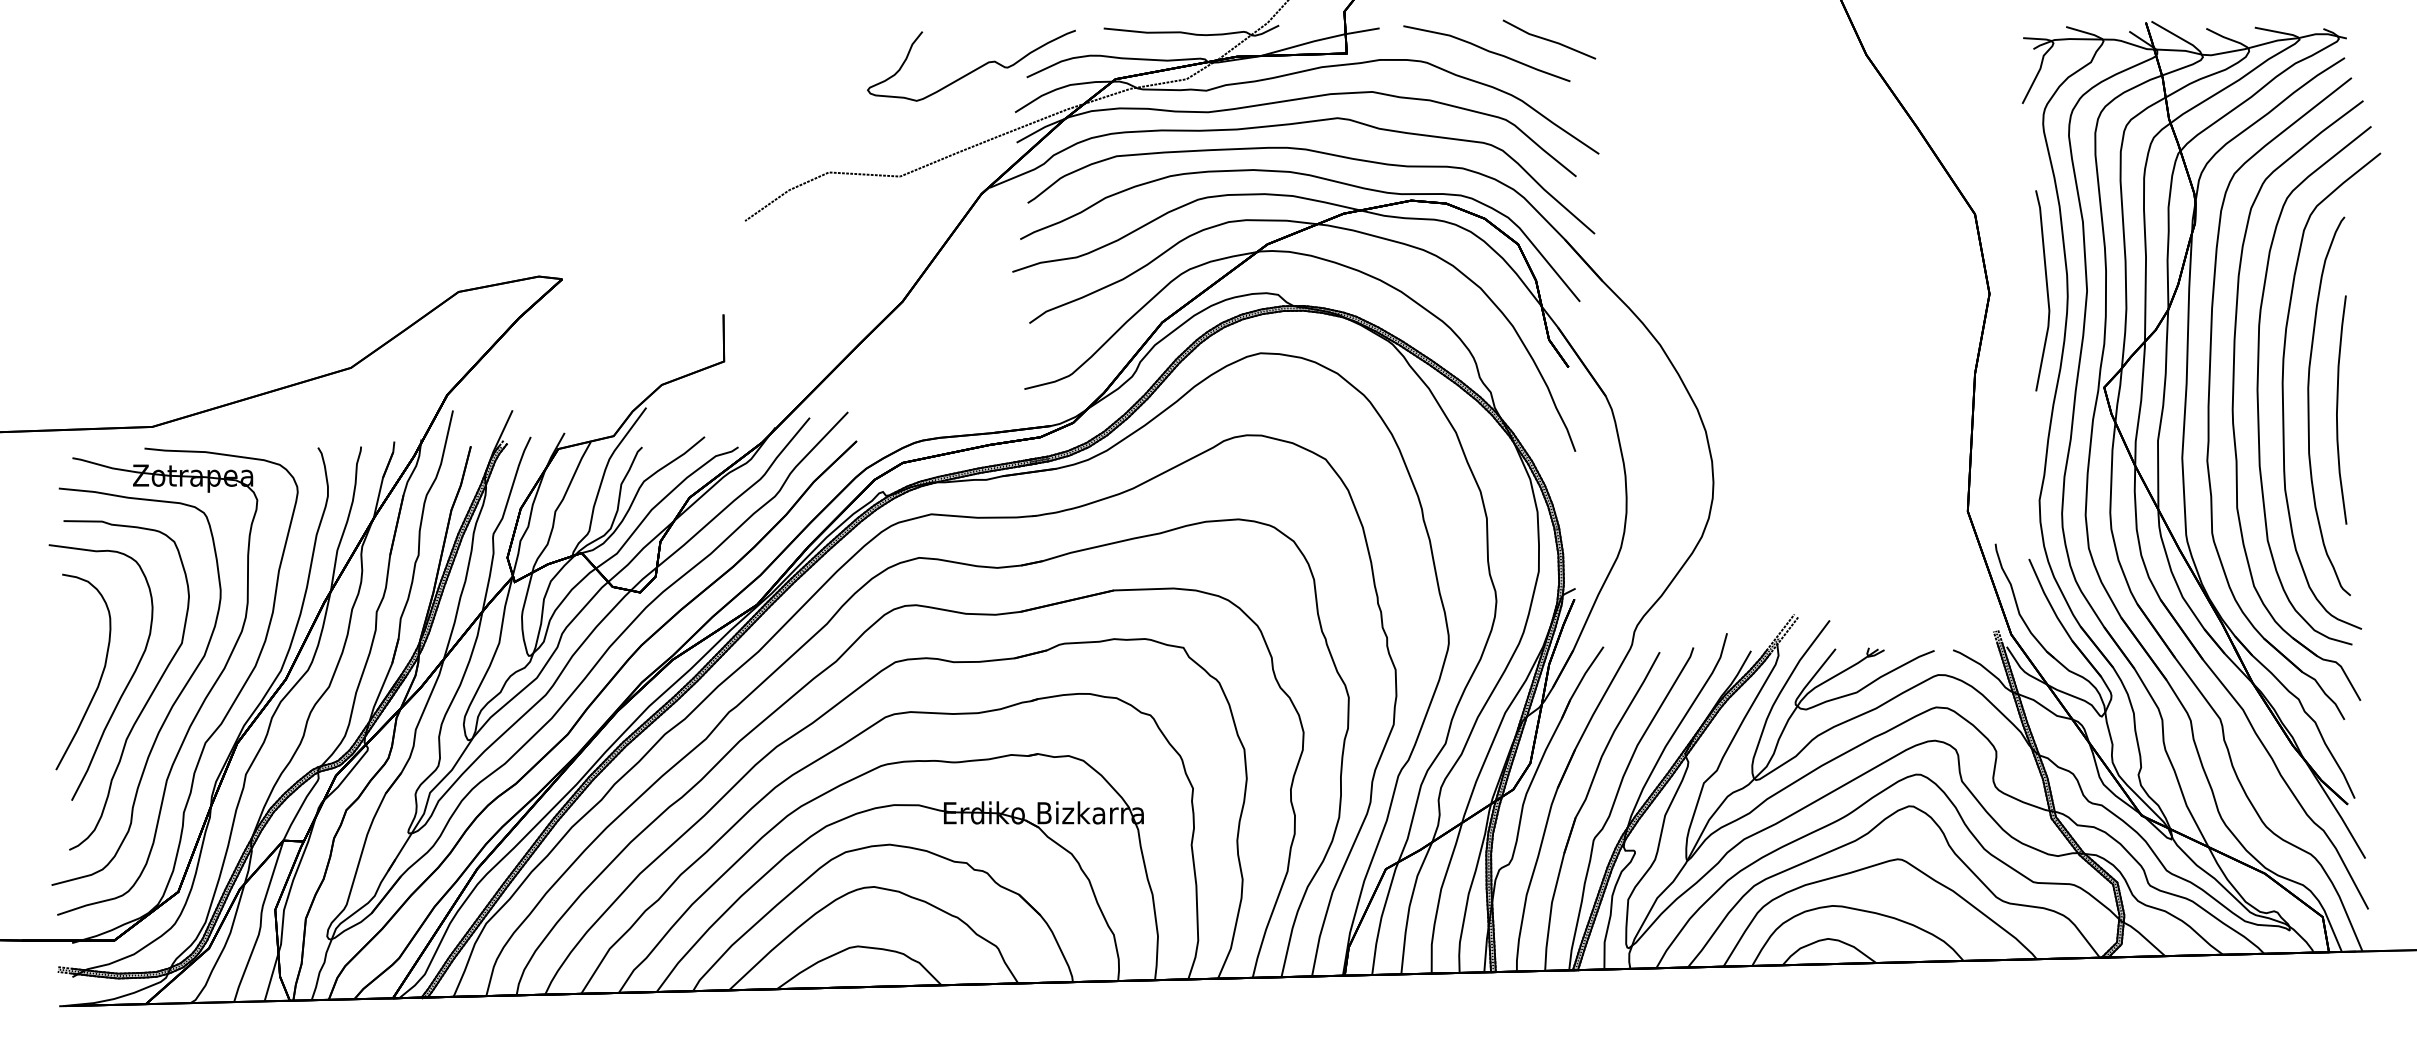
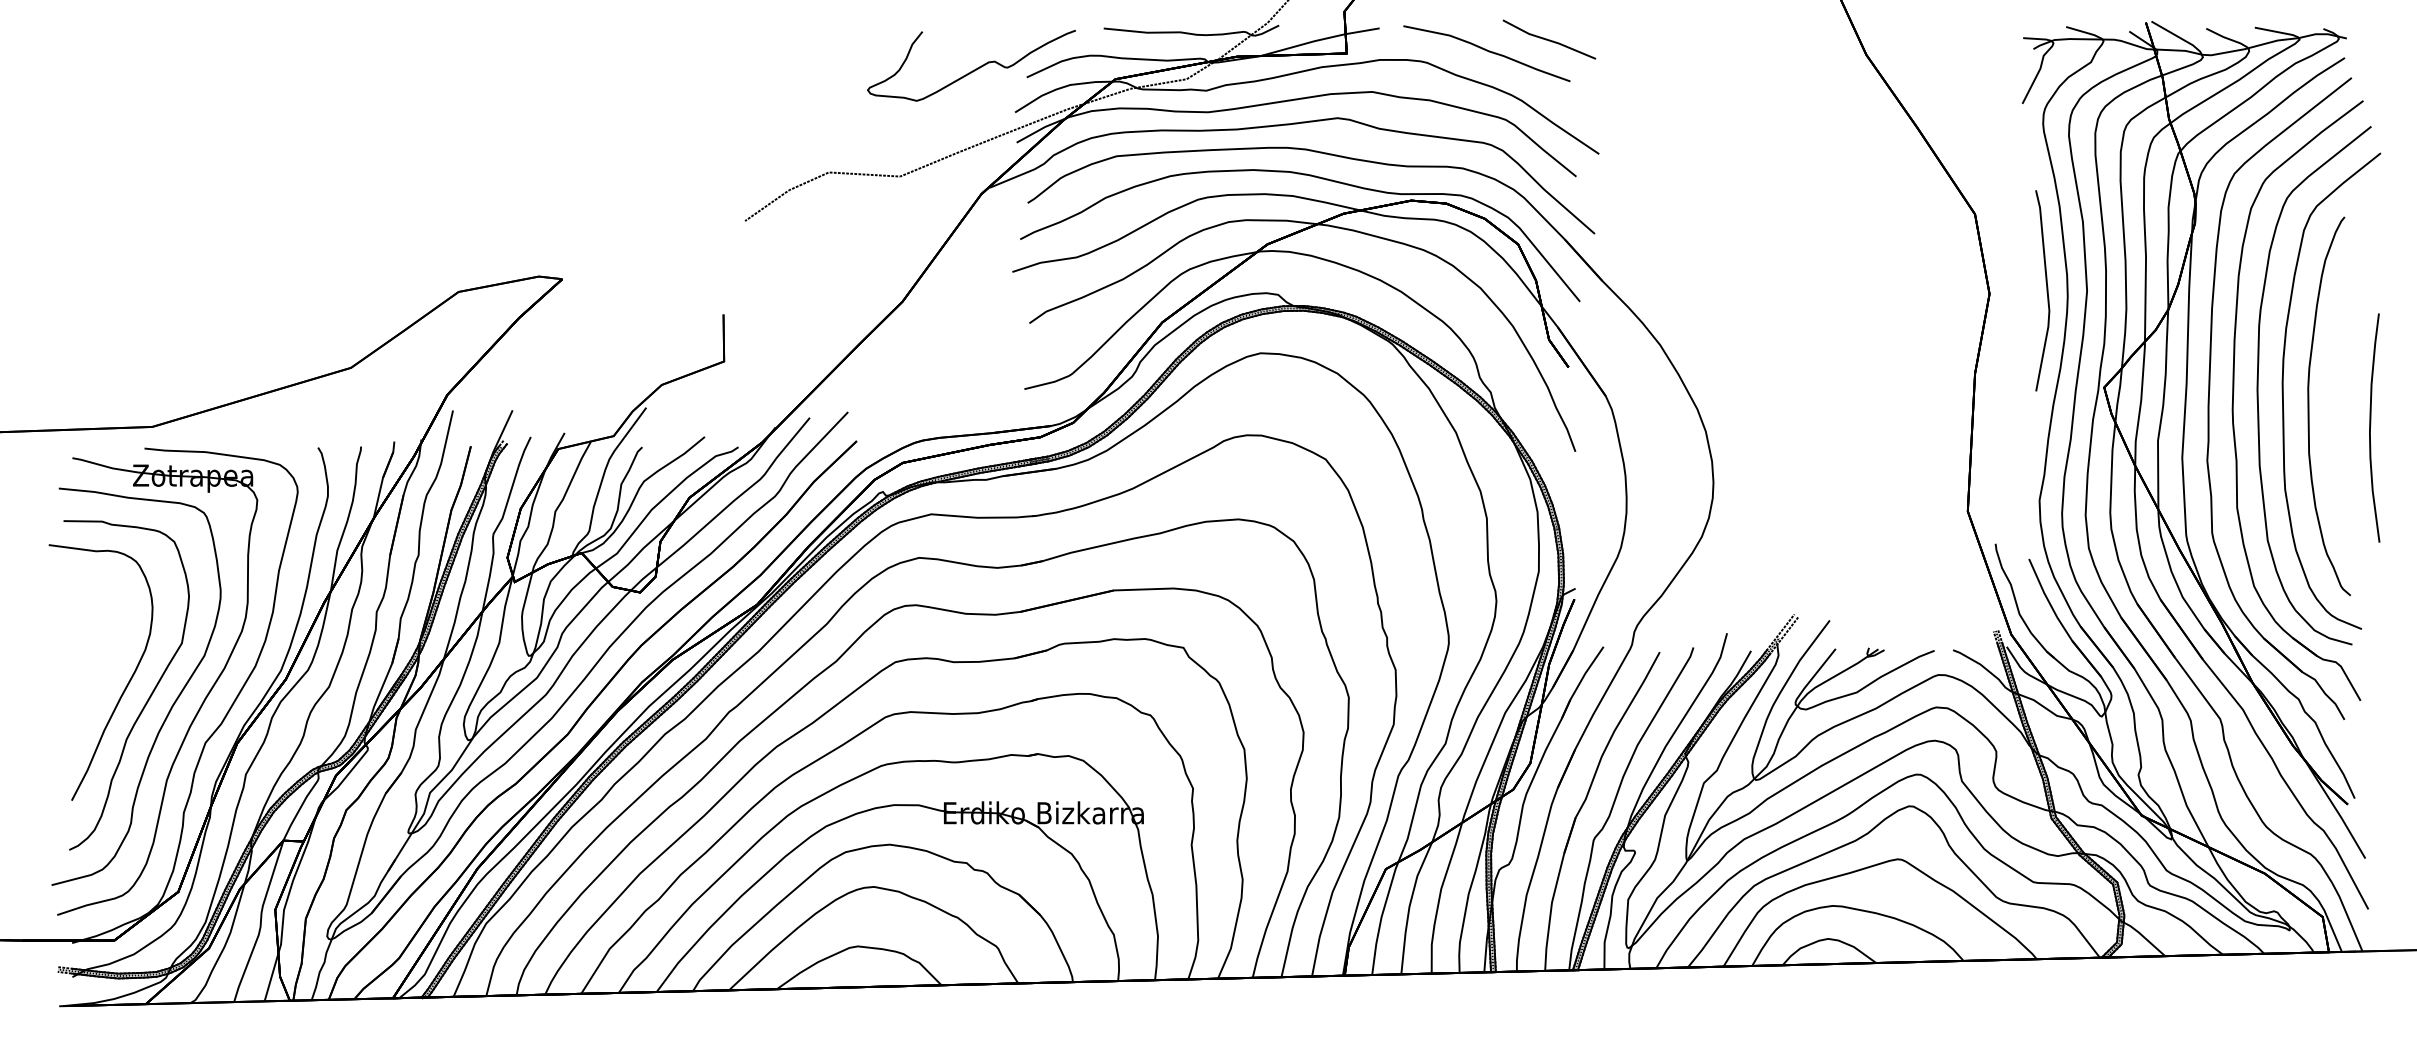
part at (2341, 409) position: (2341, 409) -> (2374, 427)
part at (100, 676): present -> none
